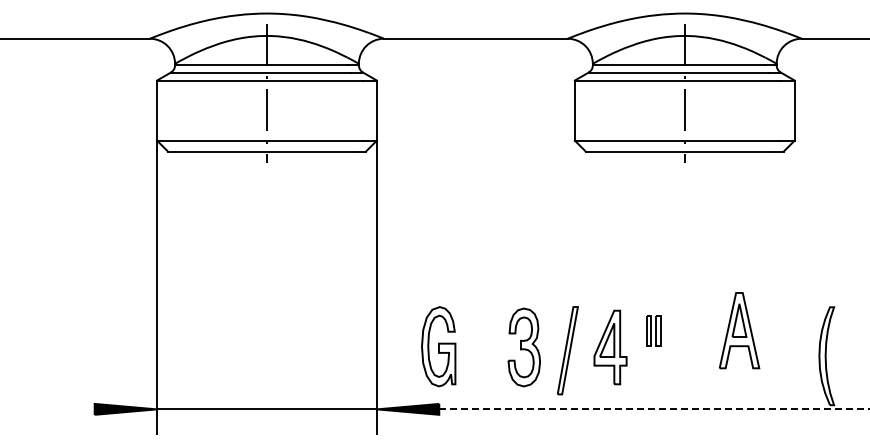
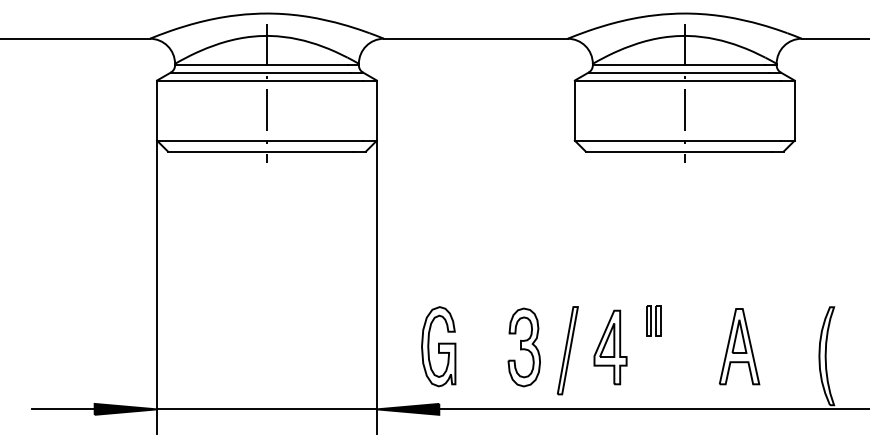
part at (653, 330) position: (653, 330) -> (653, 320)
part at (739, 330) position: (739, 330) -> (739, 346)
line at (62, 409): none -> present
line at (655, 409): dashed -> solid
